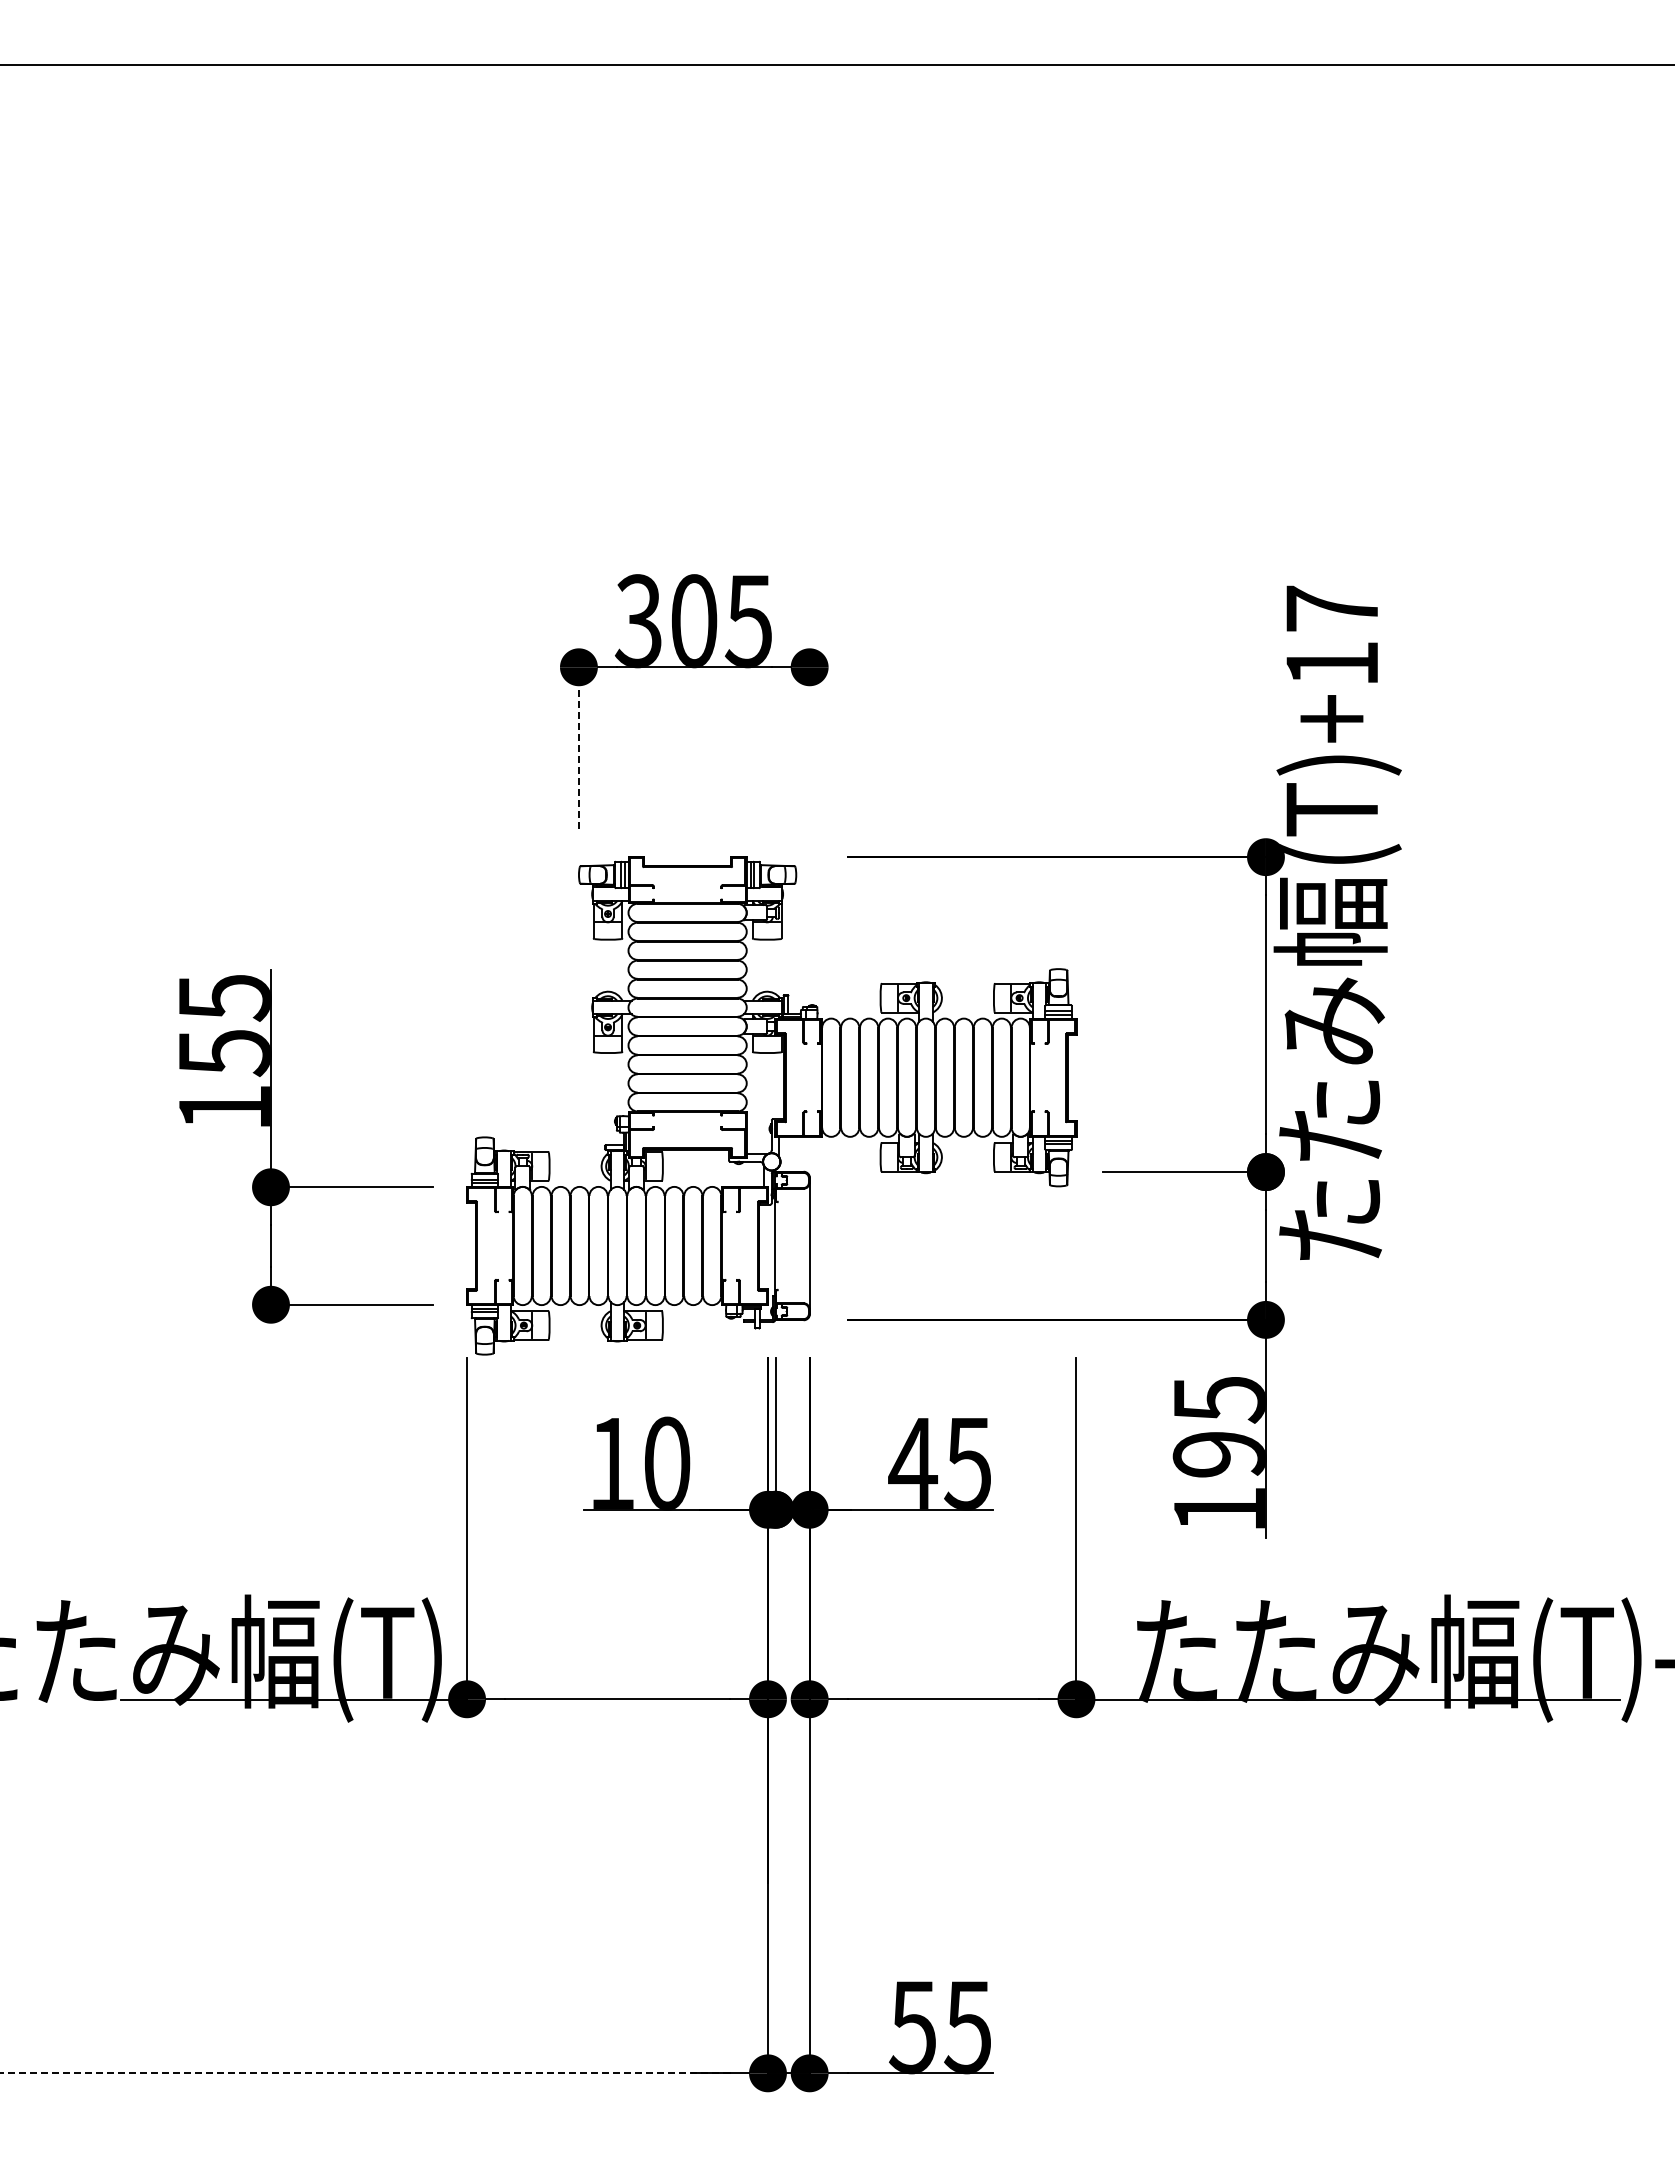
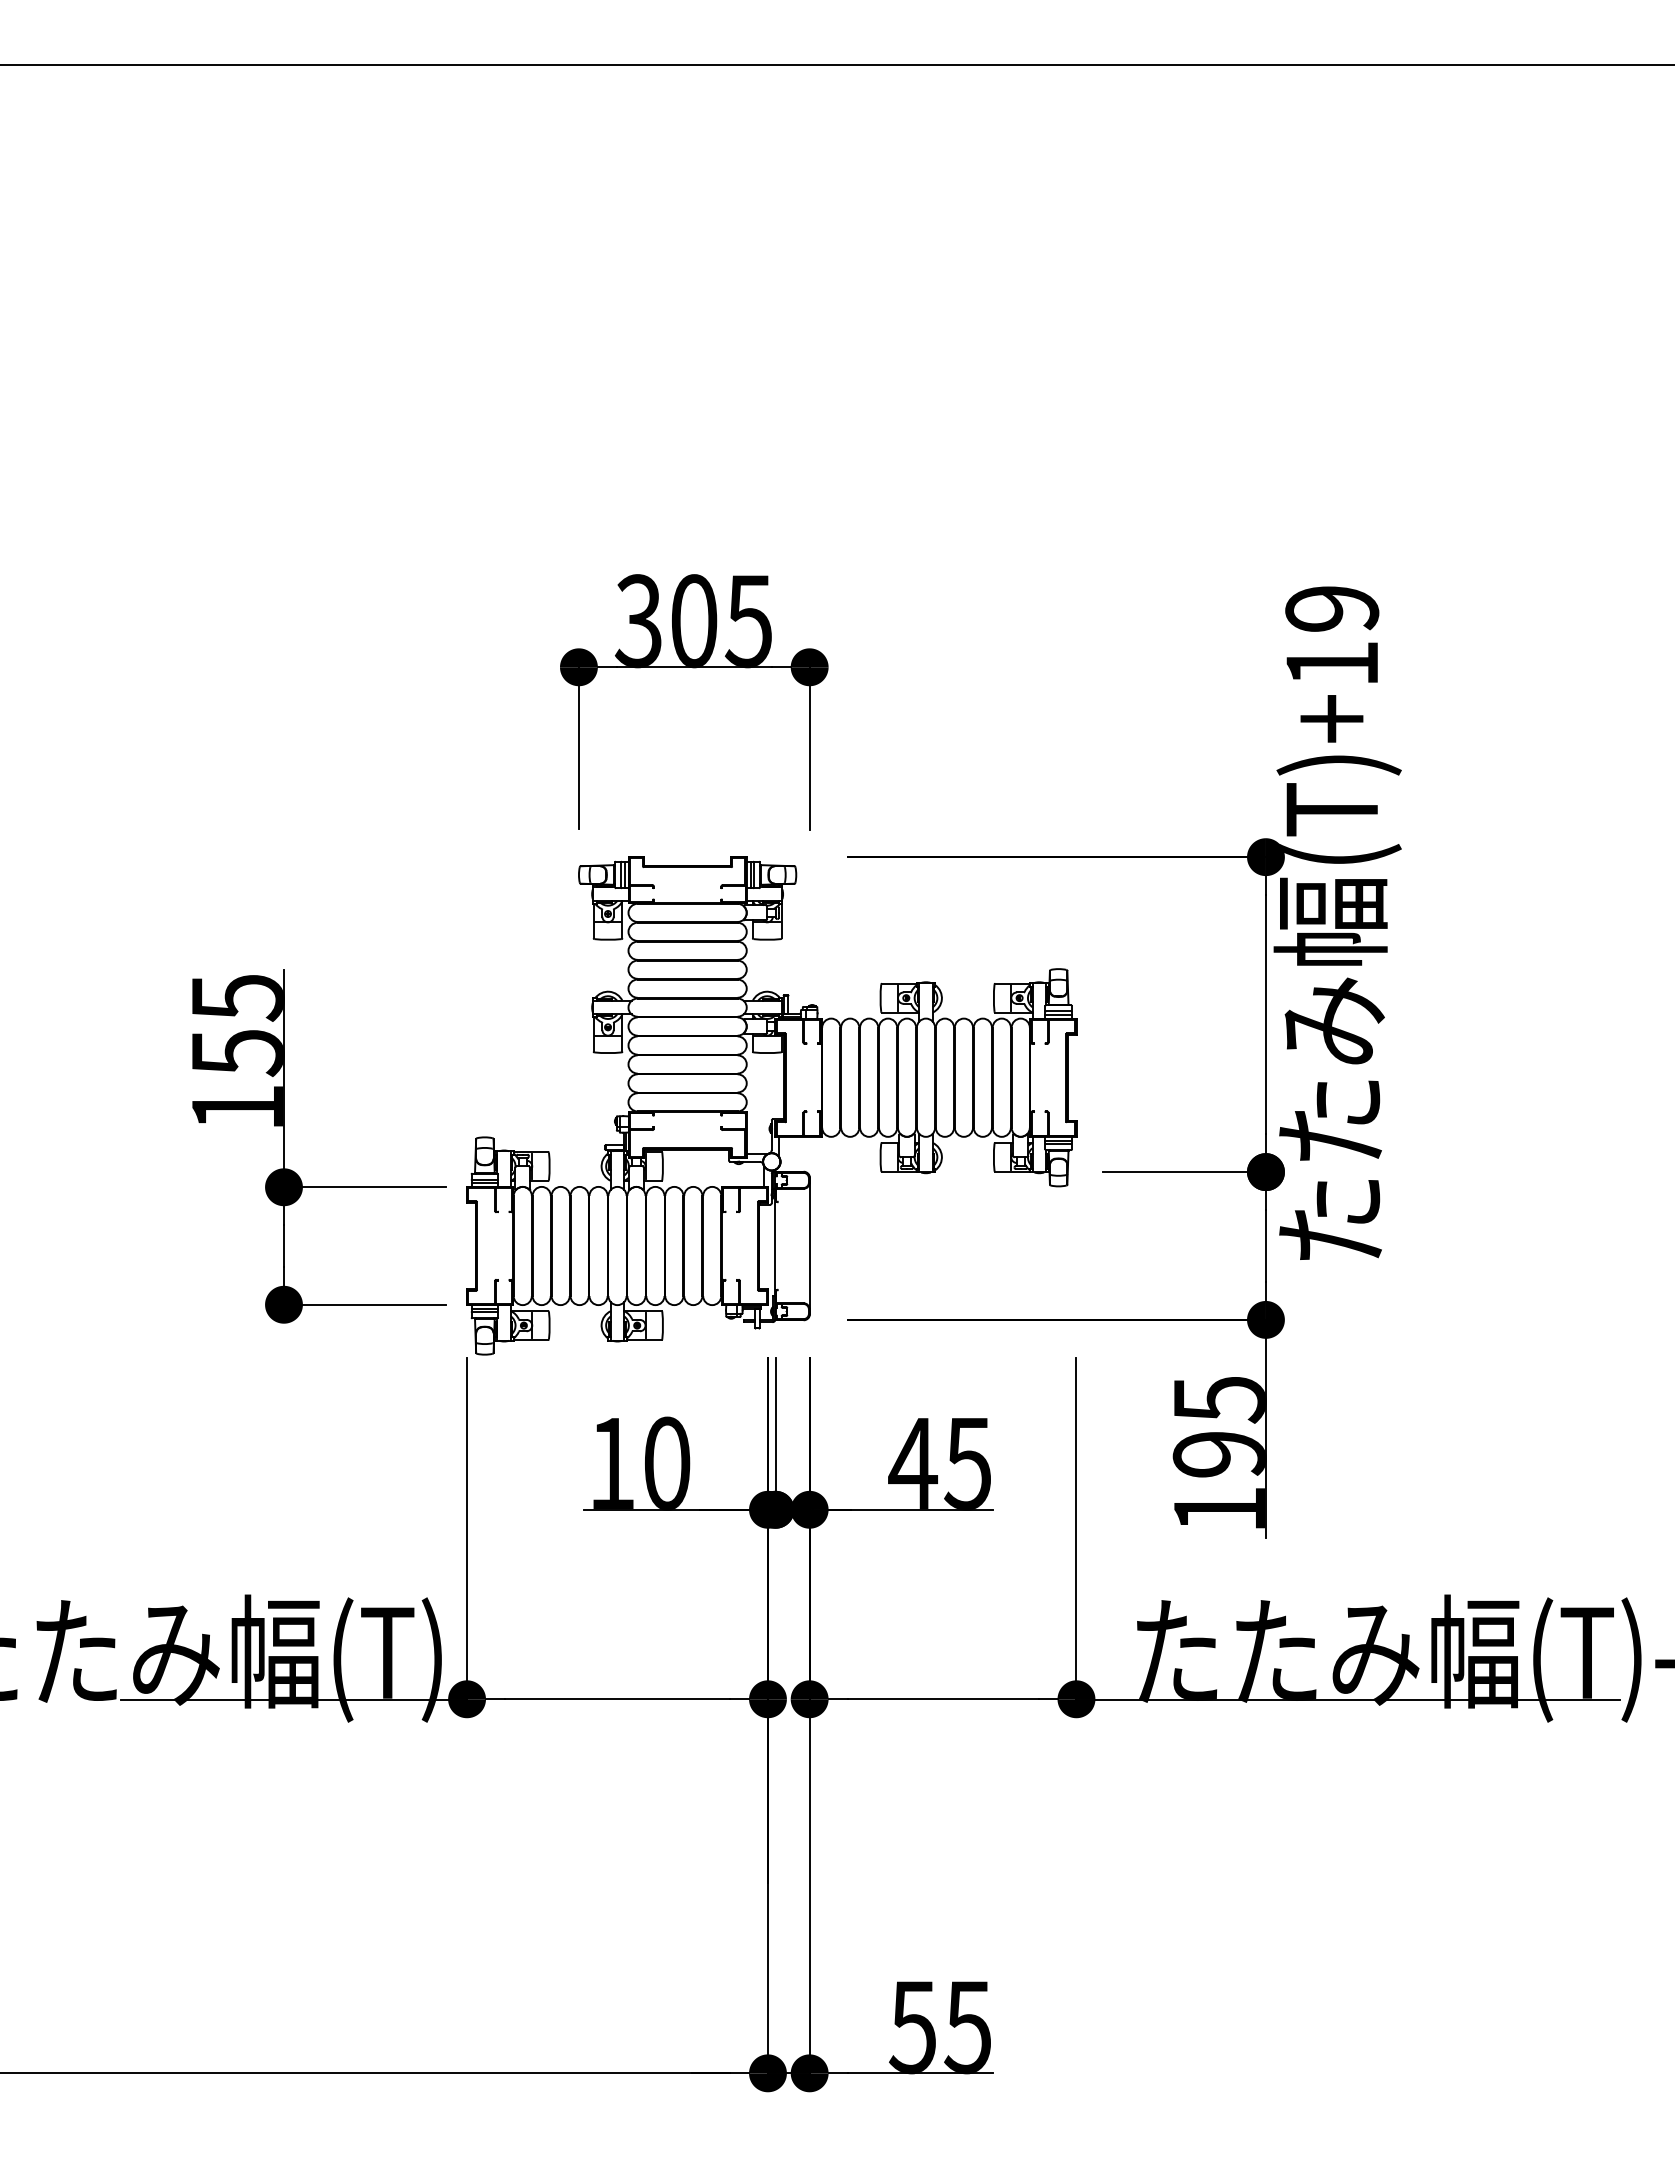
text at (1332, 608): (T)+17 -> (T)+19
line at (578, 747): dashed -> solid
line at (809, 747): none -> present
part at (284, 1173) position: (284, 1173) -> (297, 1173)
line at (365, 2073): dashed -> solid
